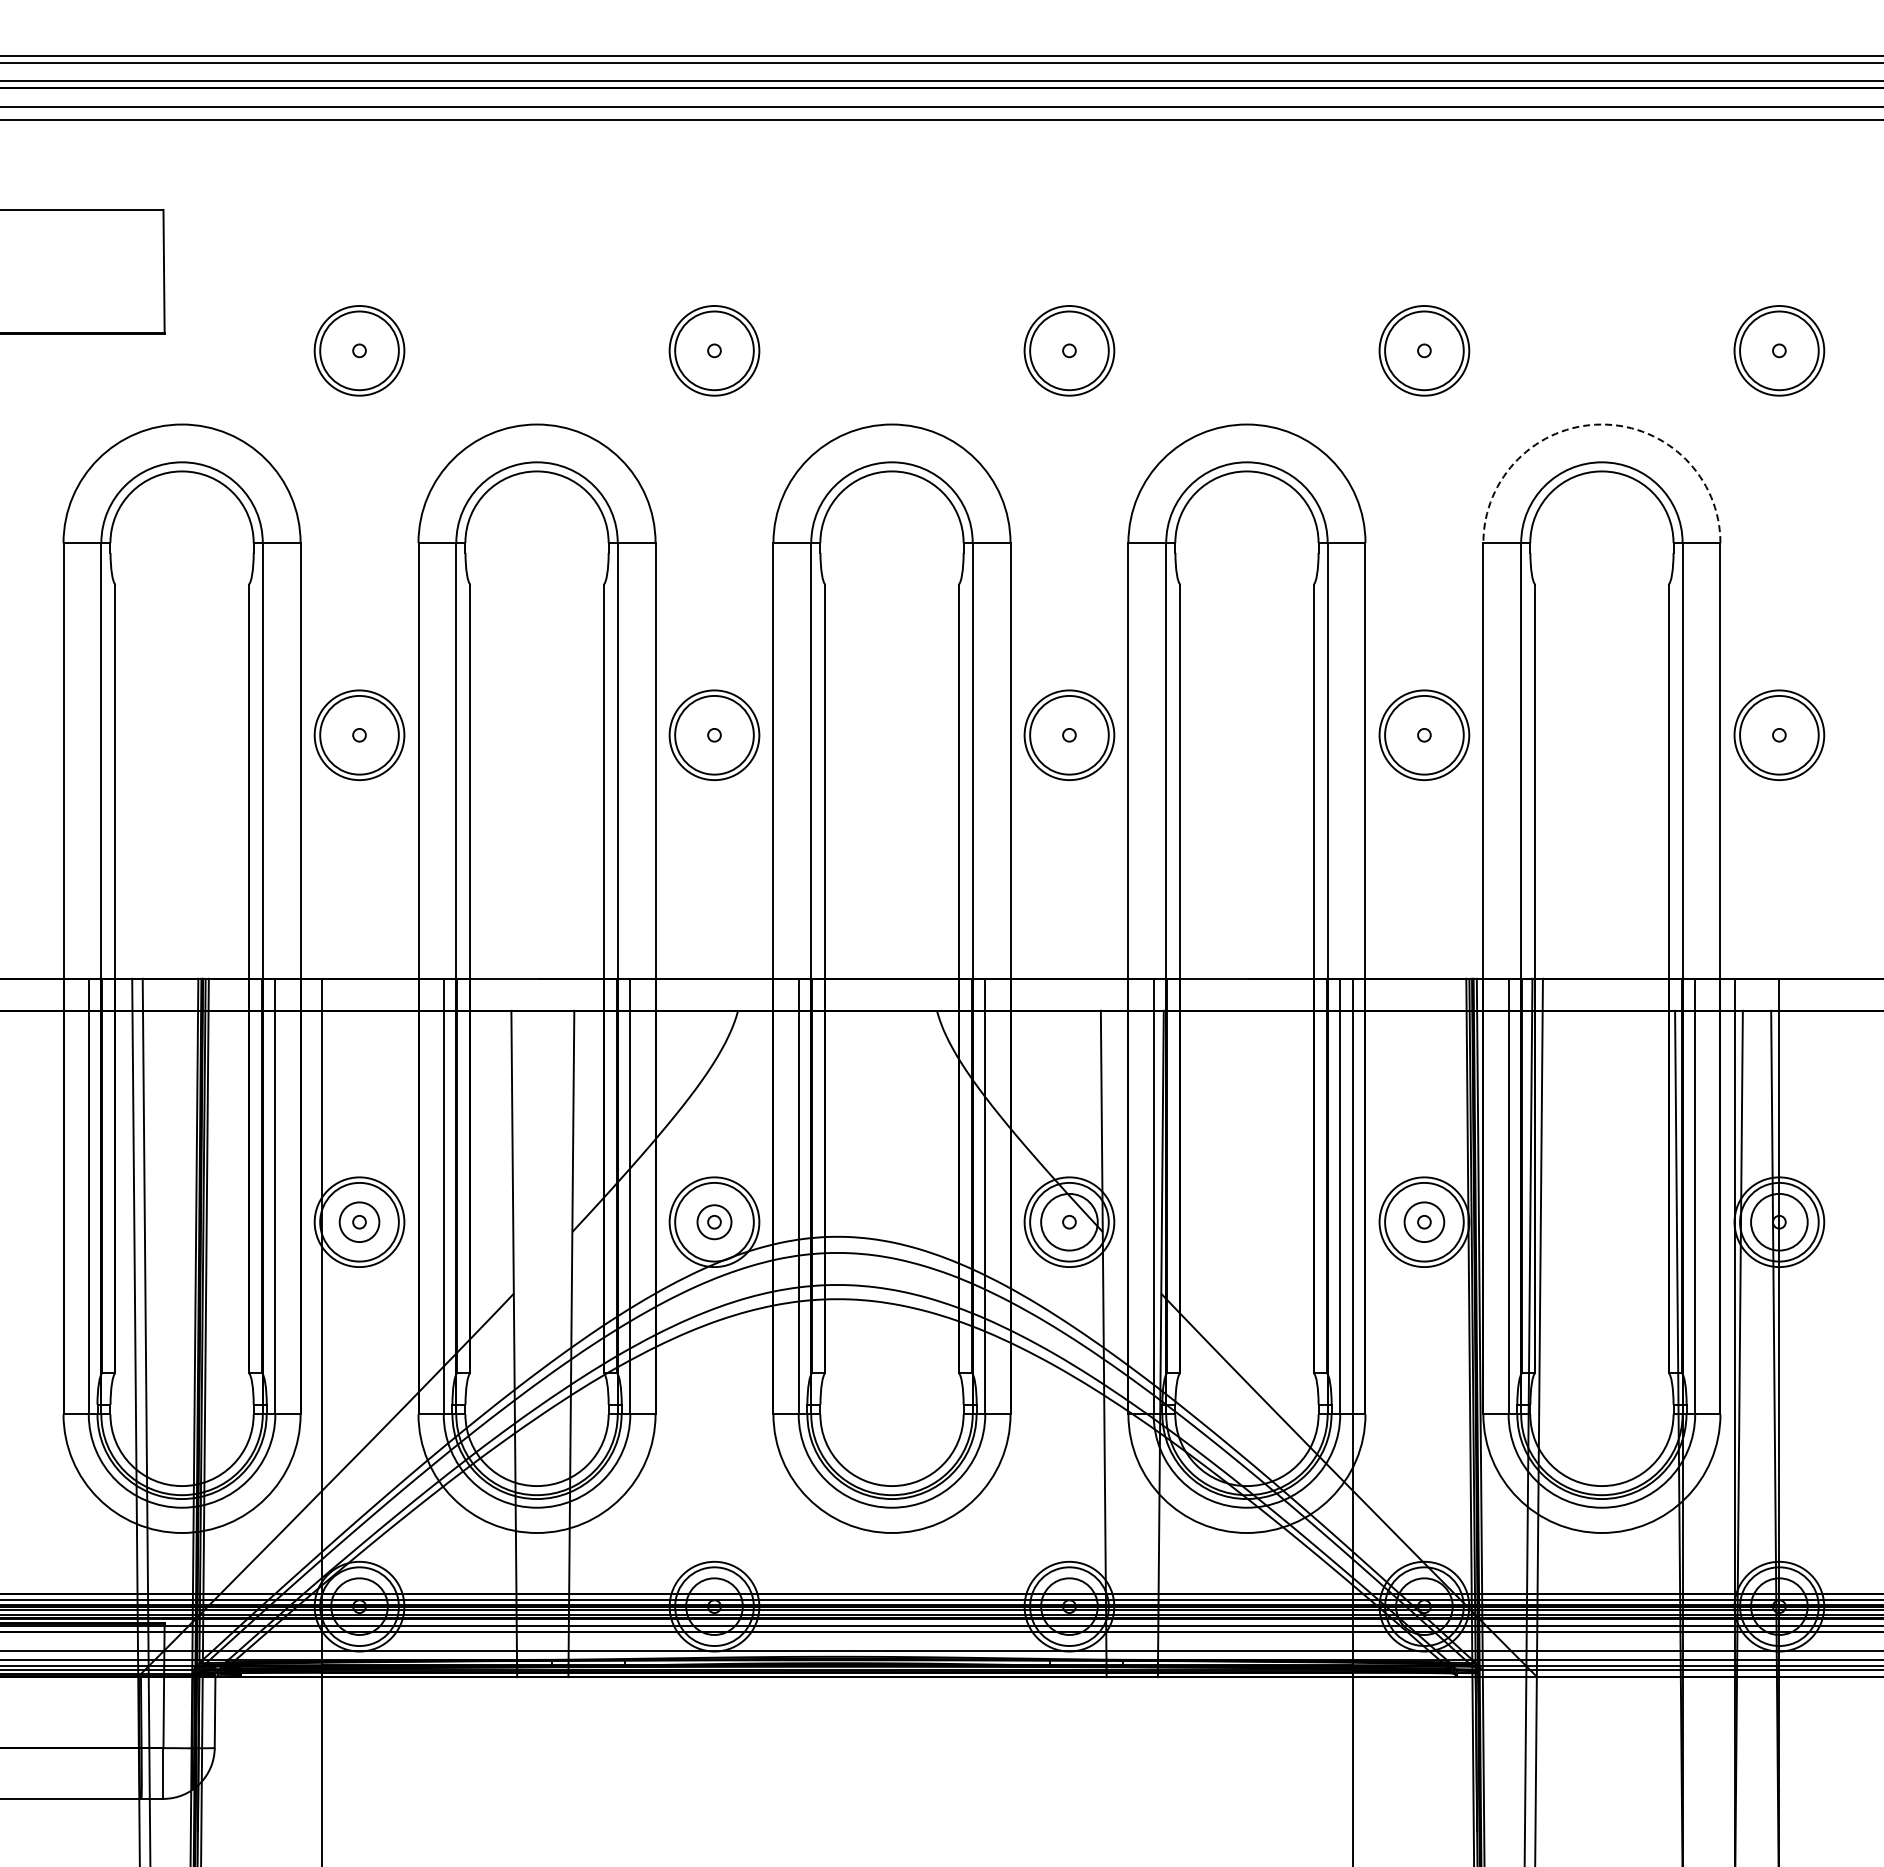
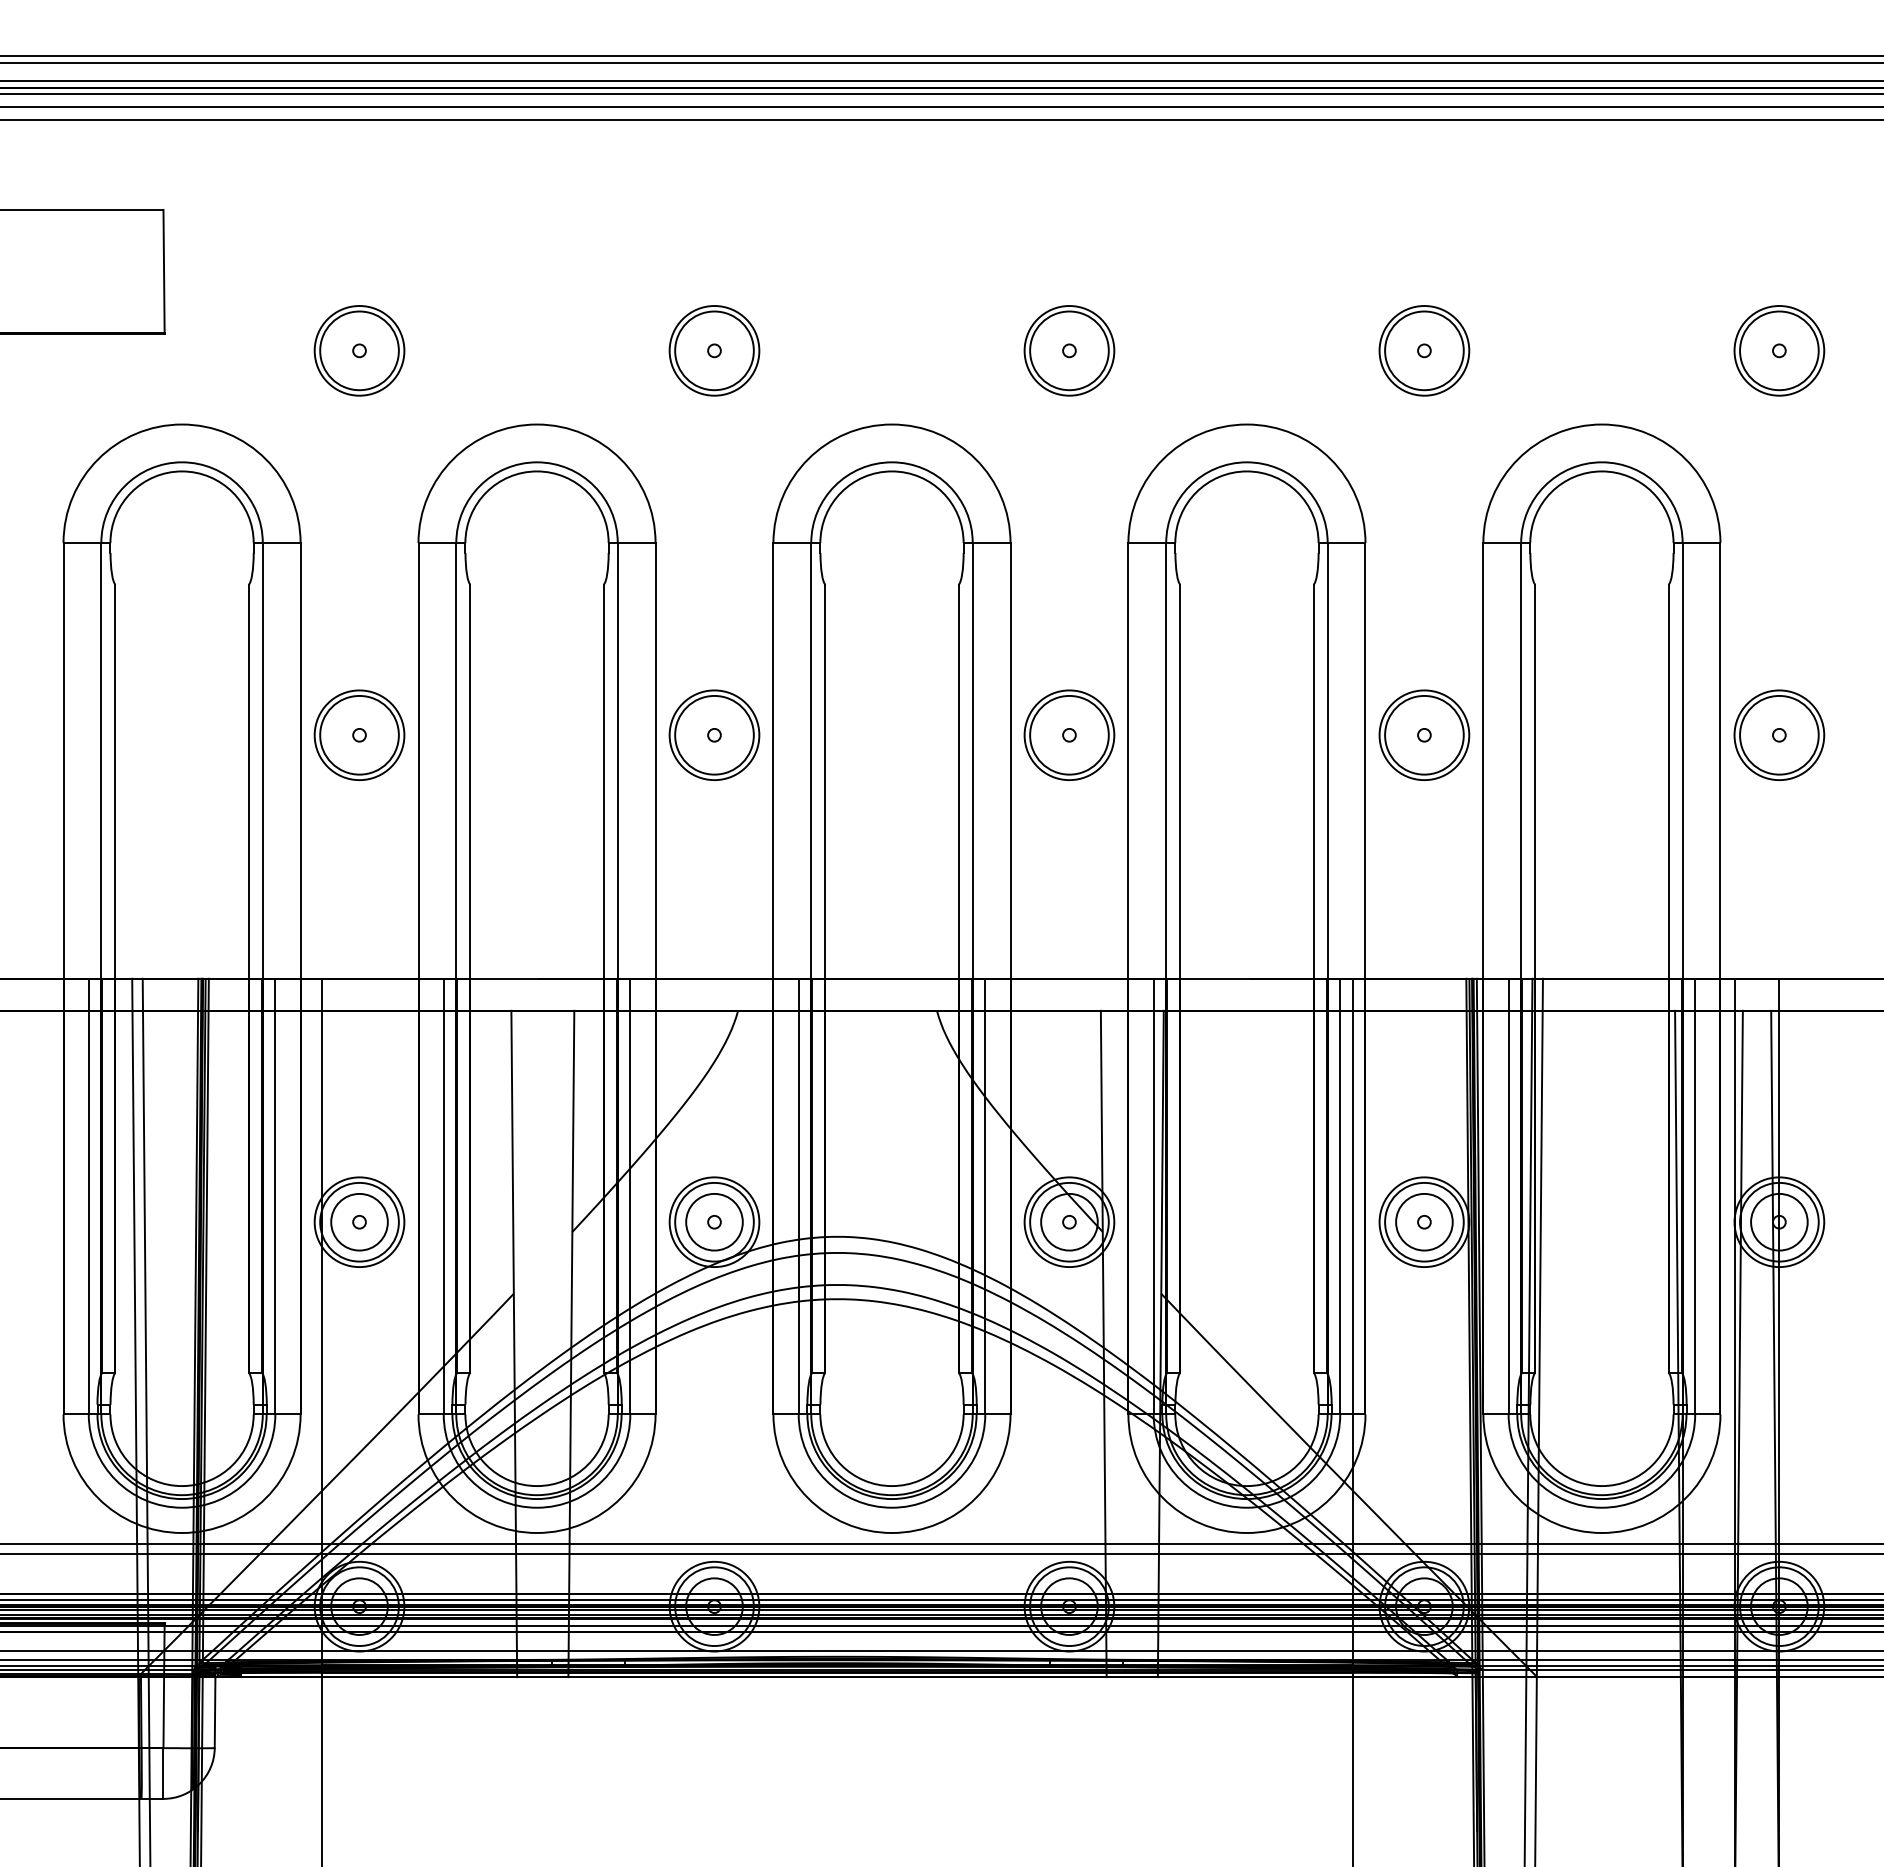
line at (941, 94): none -> present
arc at (1601, 424): dashed -> solid
circle at (359, 1222) diameter: 40 px -> 57 px
circle at (714, 1222) diameter: 34 px -> 57 px
circle at (1424, 1222) diameter: 40 px -> 57 px
line at (941, 1544): none -> present
line at (941, 1554): none -> present
